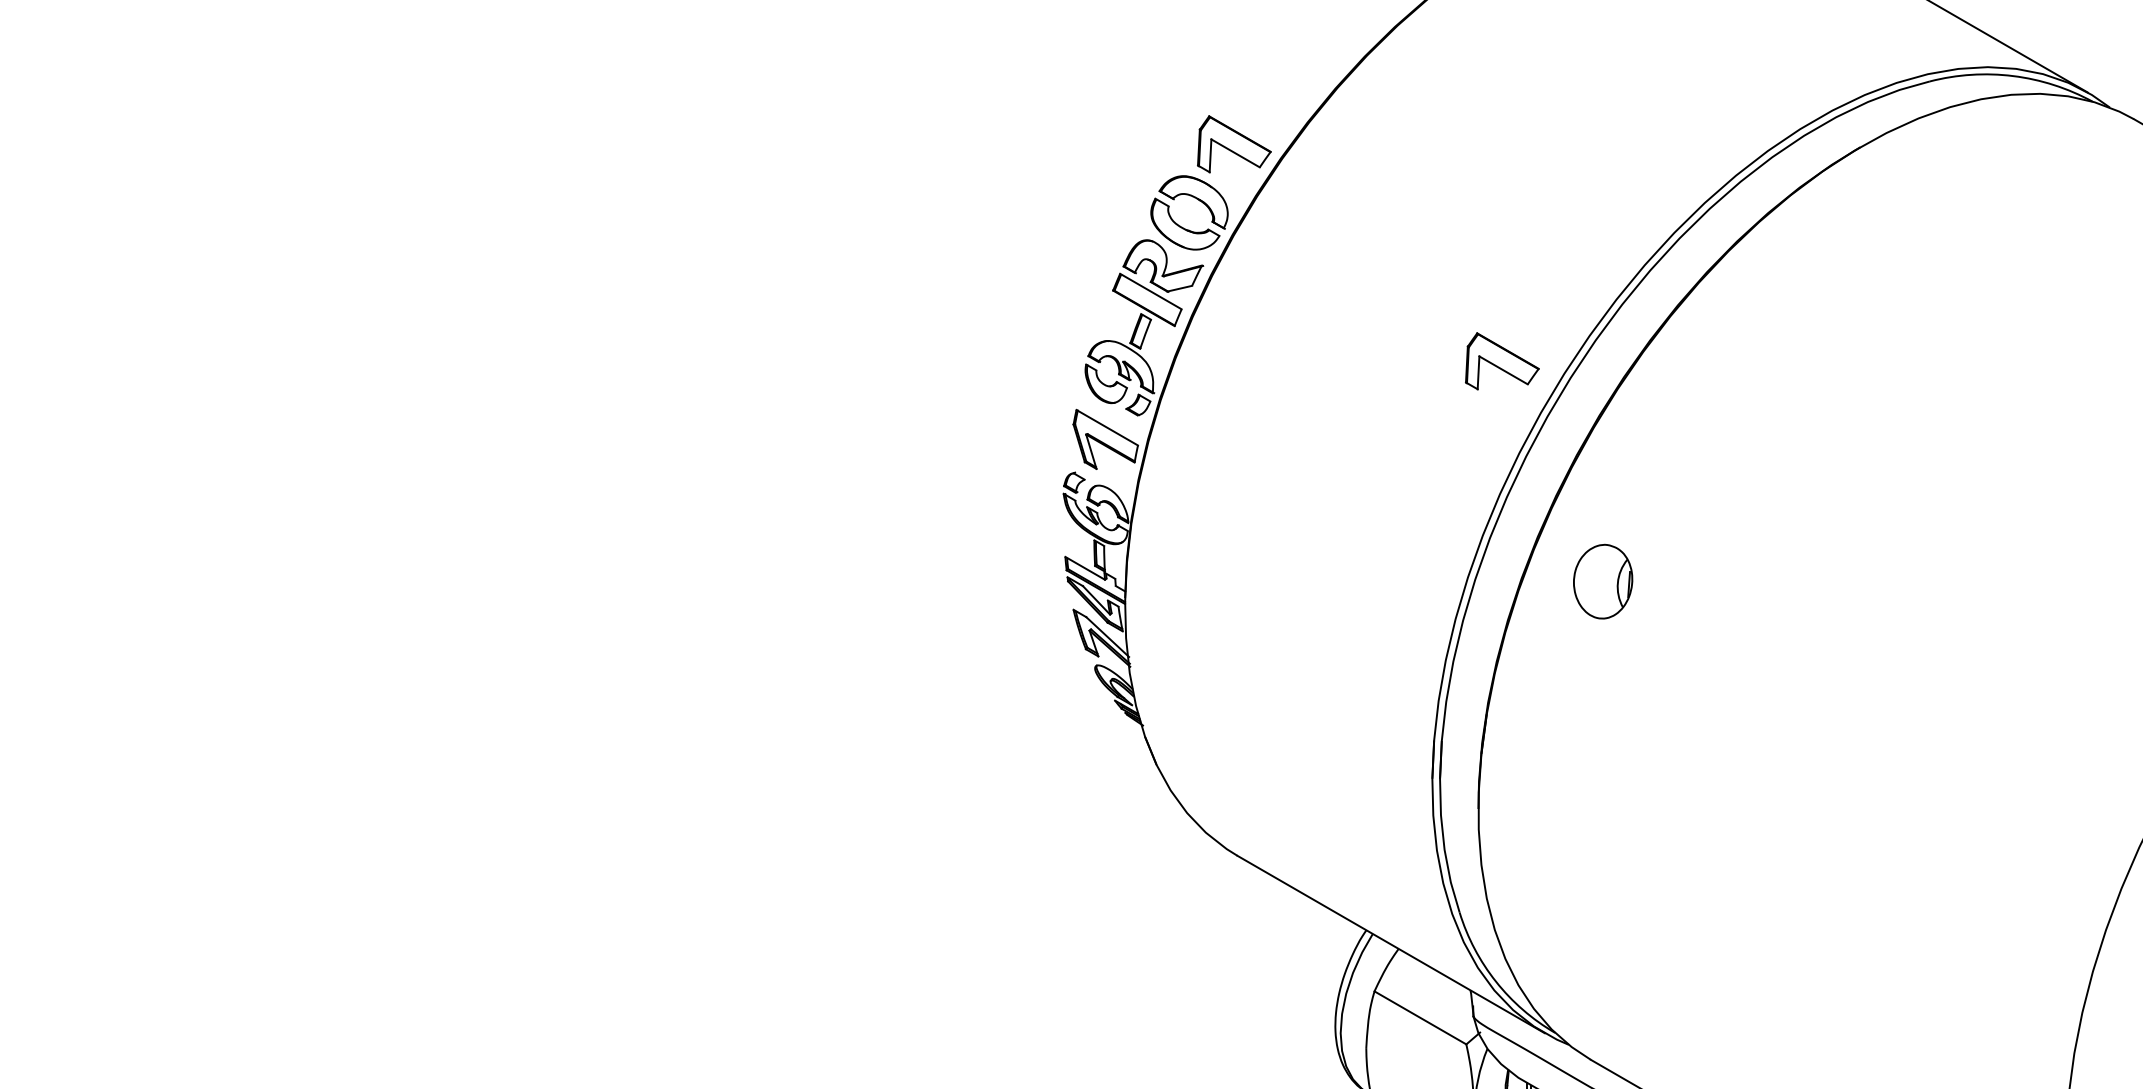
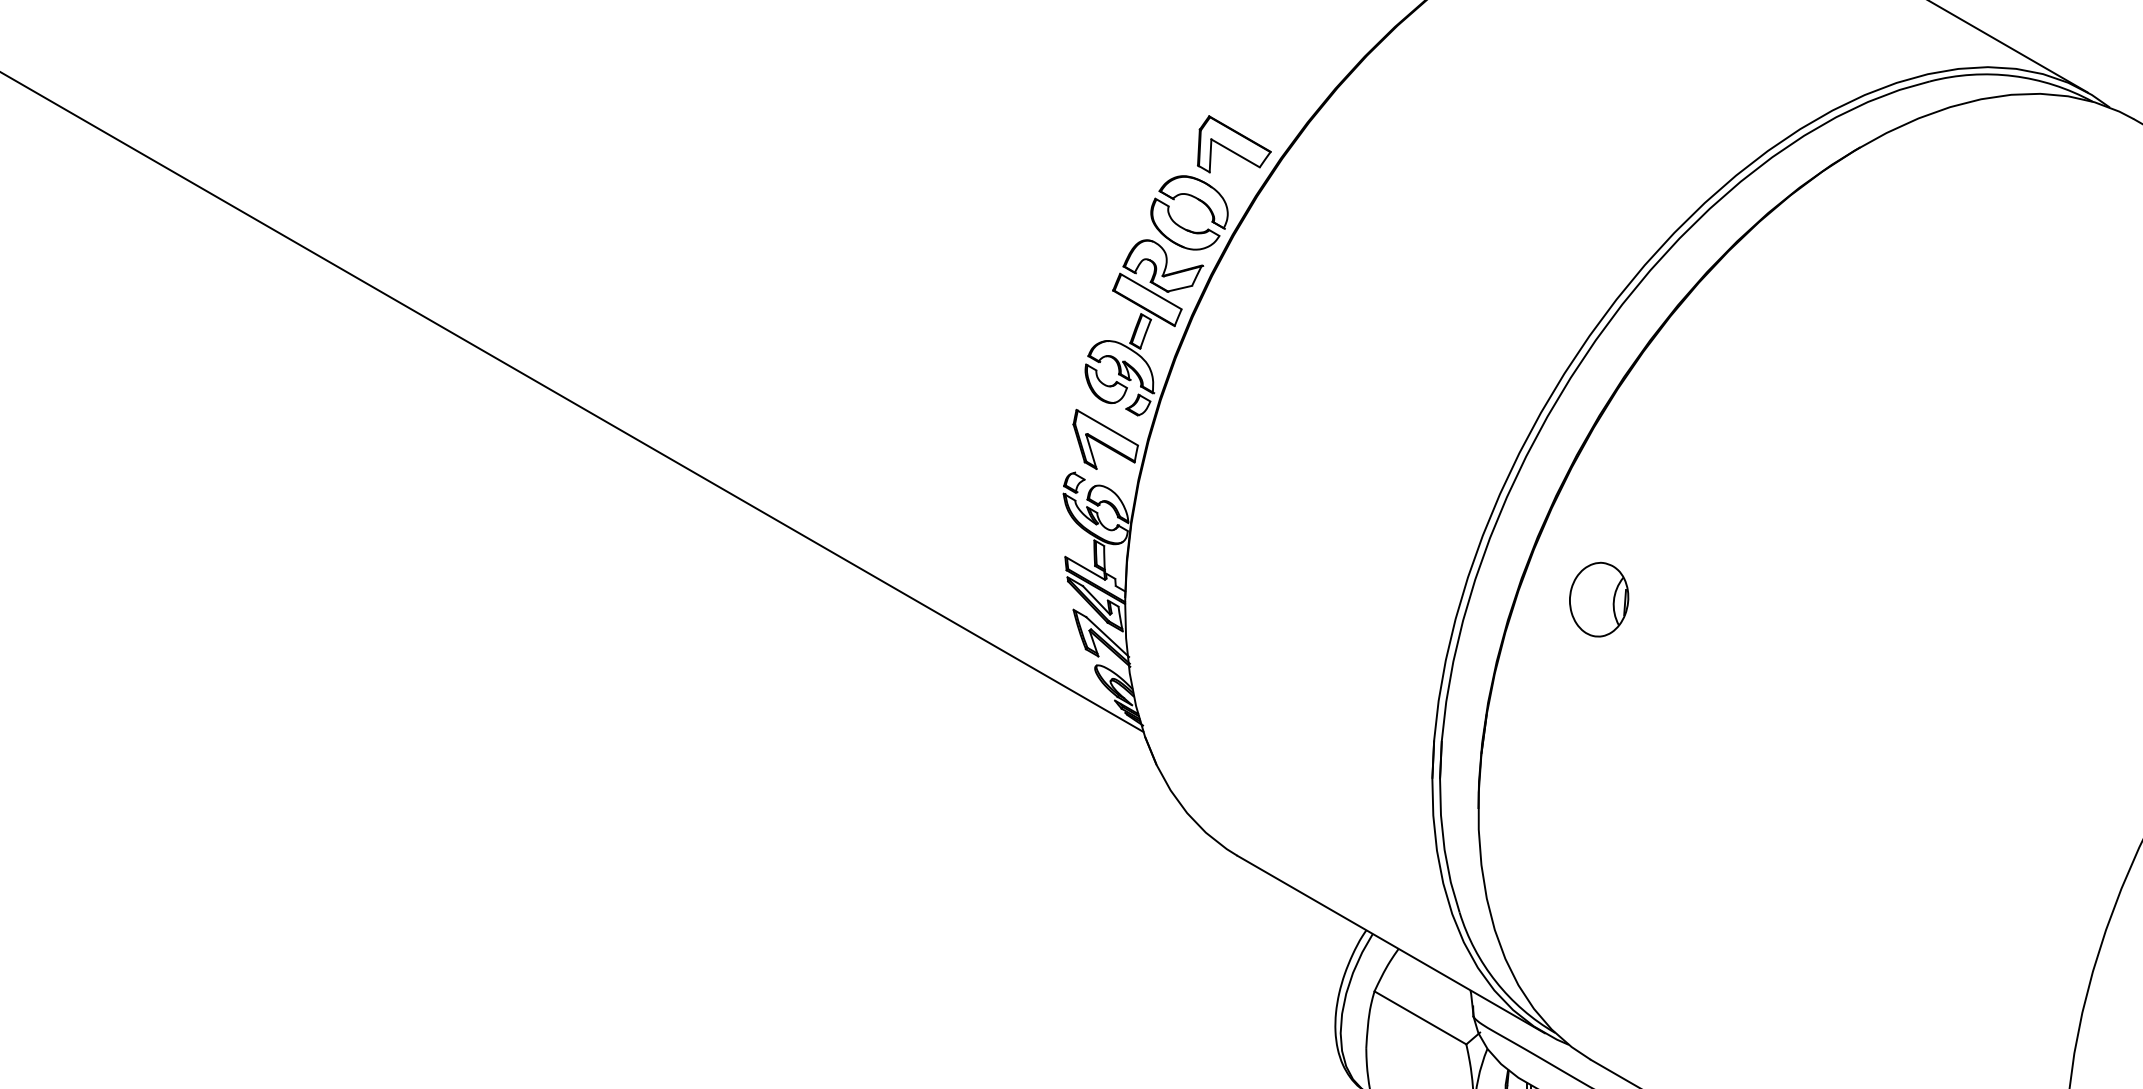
part at (1502, 361): present -> none
line at (572, 402): none -> present
part at (1603, 581) position: (1603, 581) -> (1599, 599)
